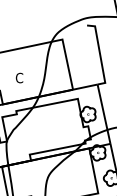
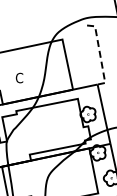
line at (100, 54): solid -> dashed
